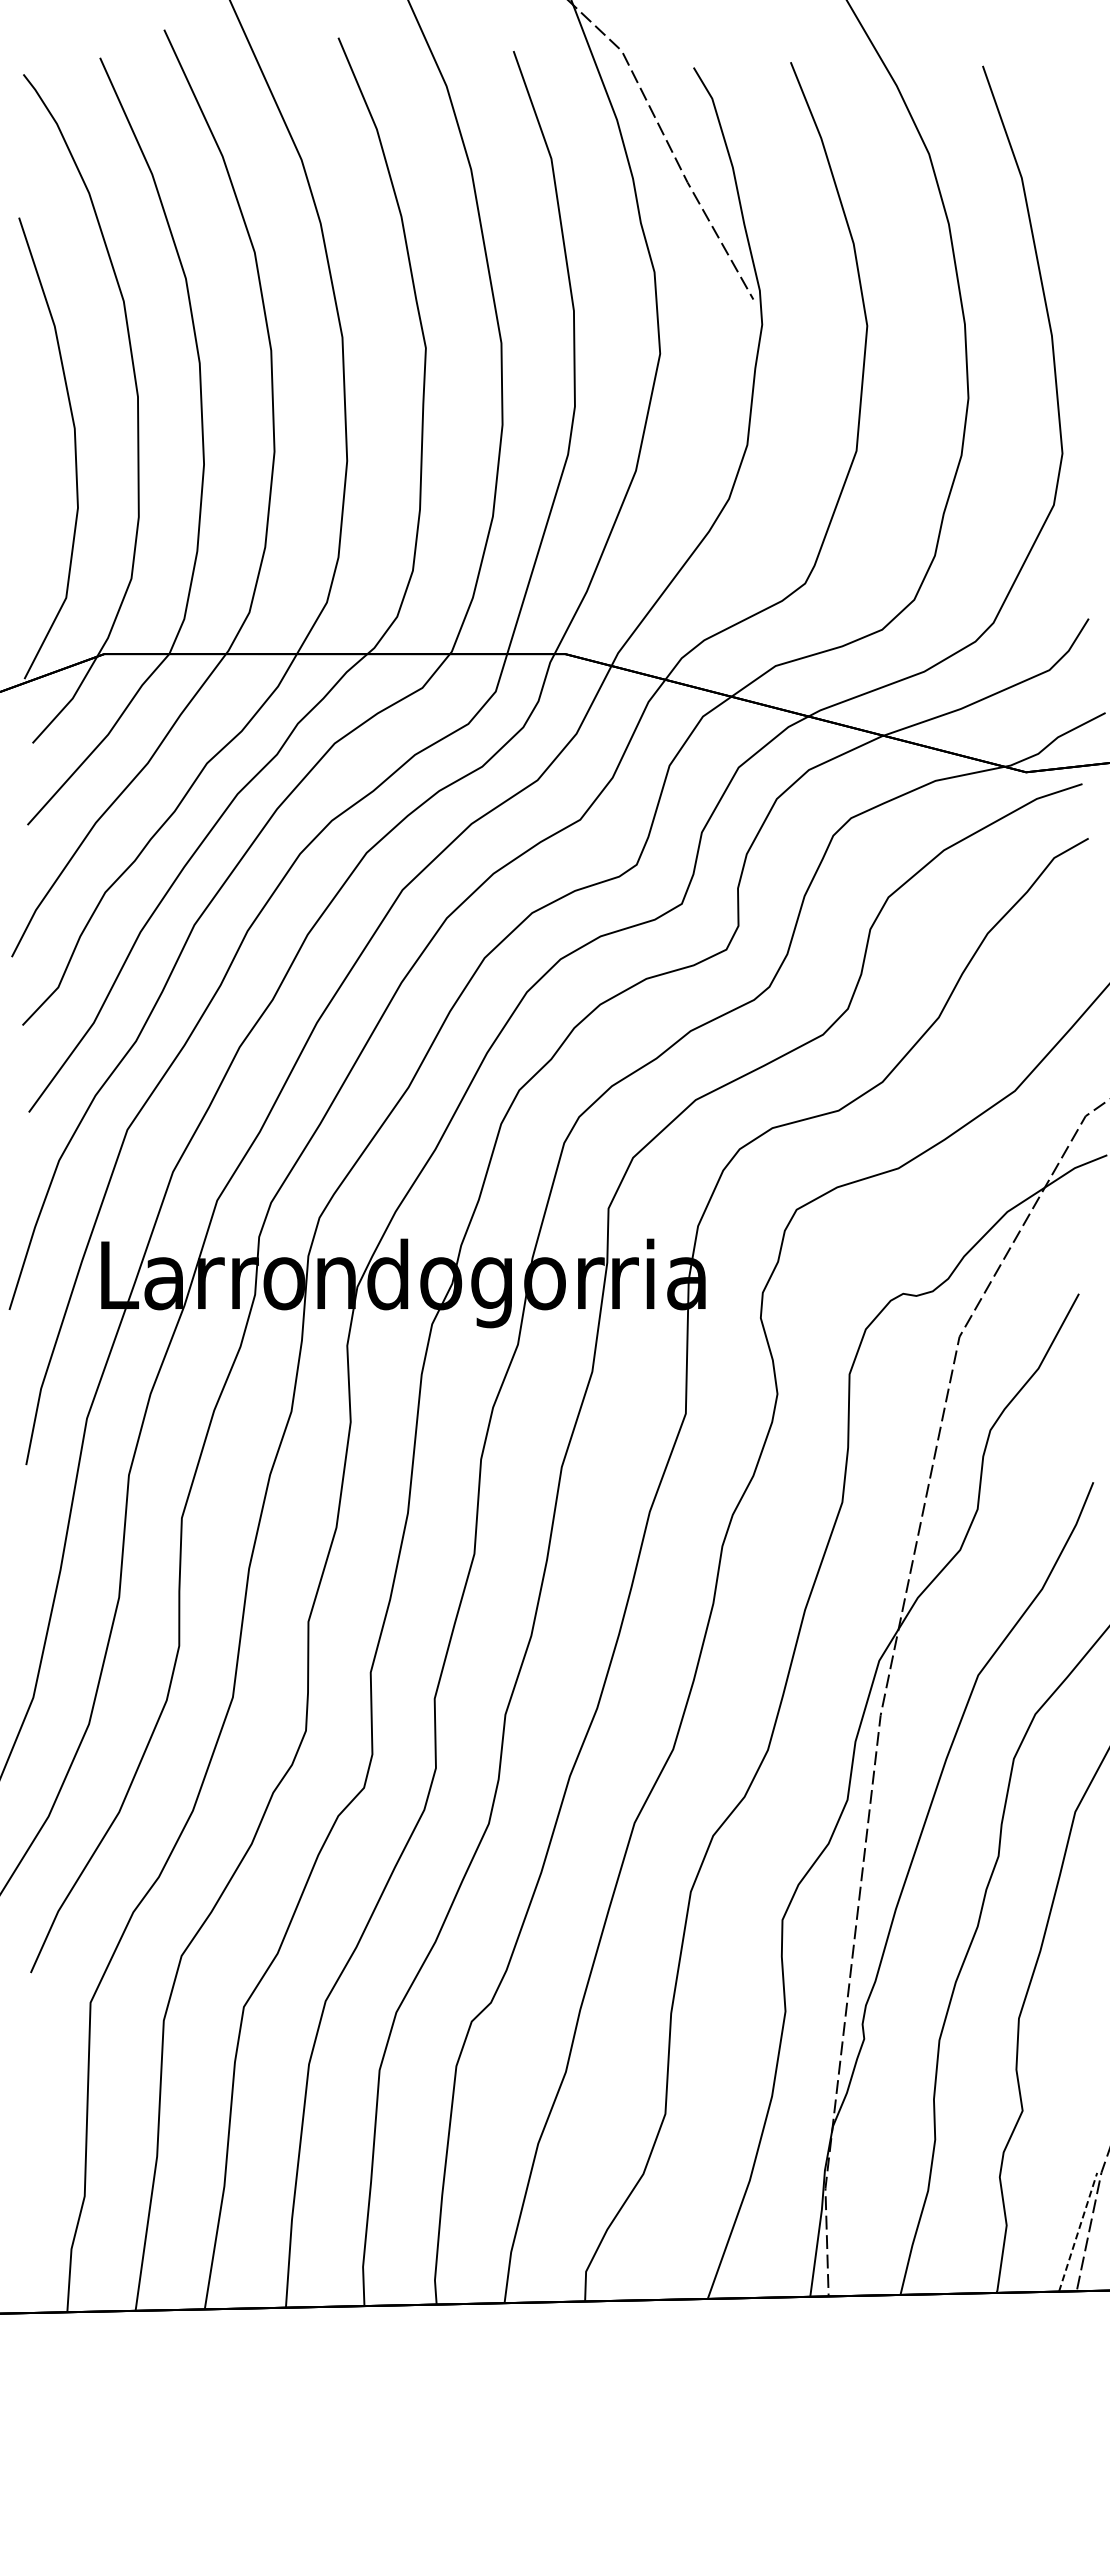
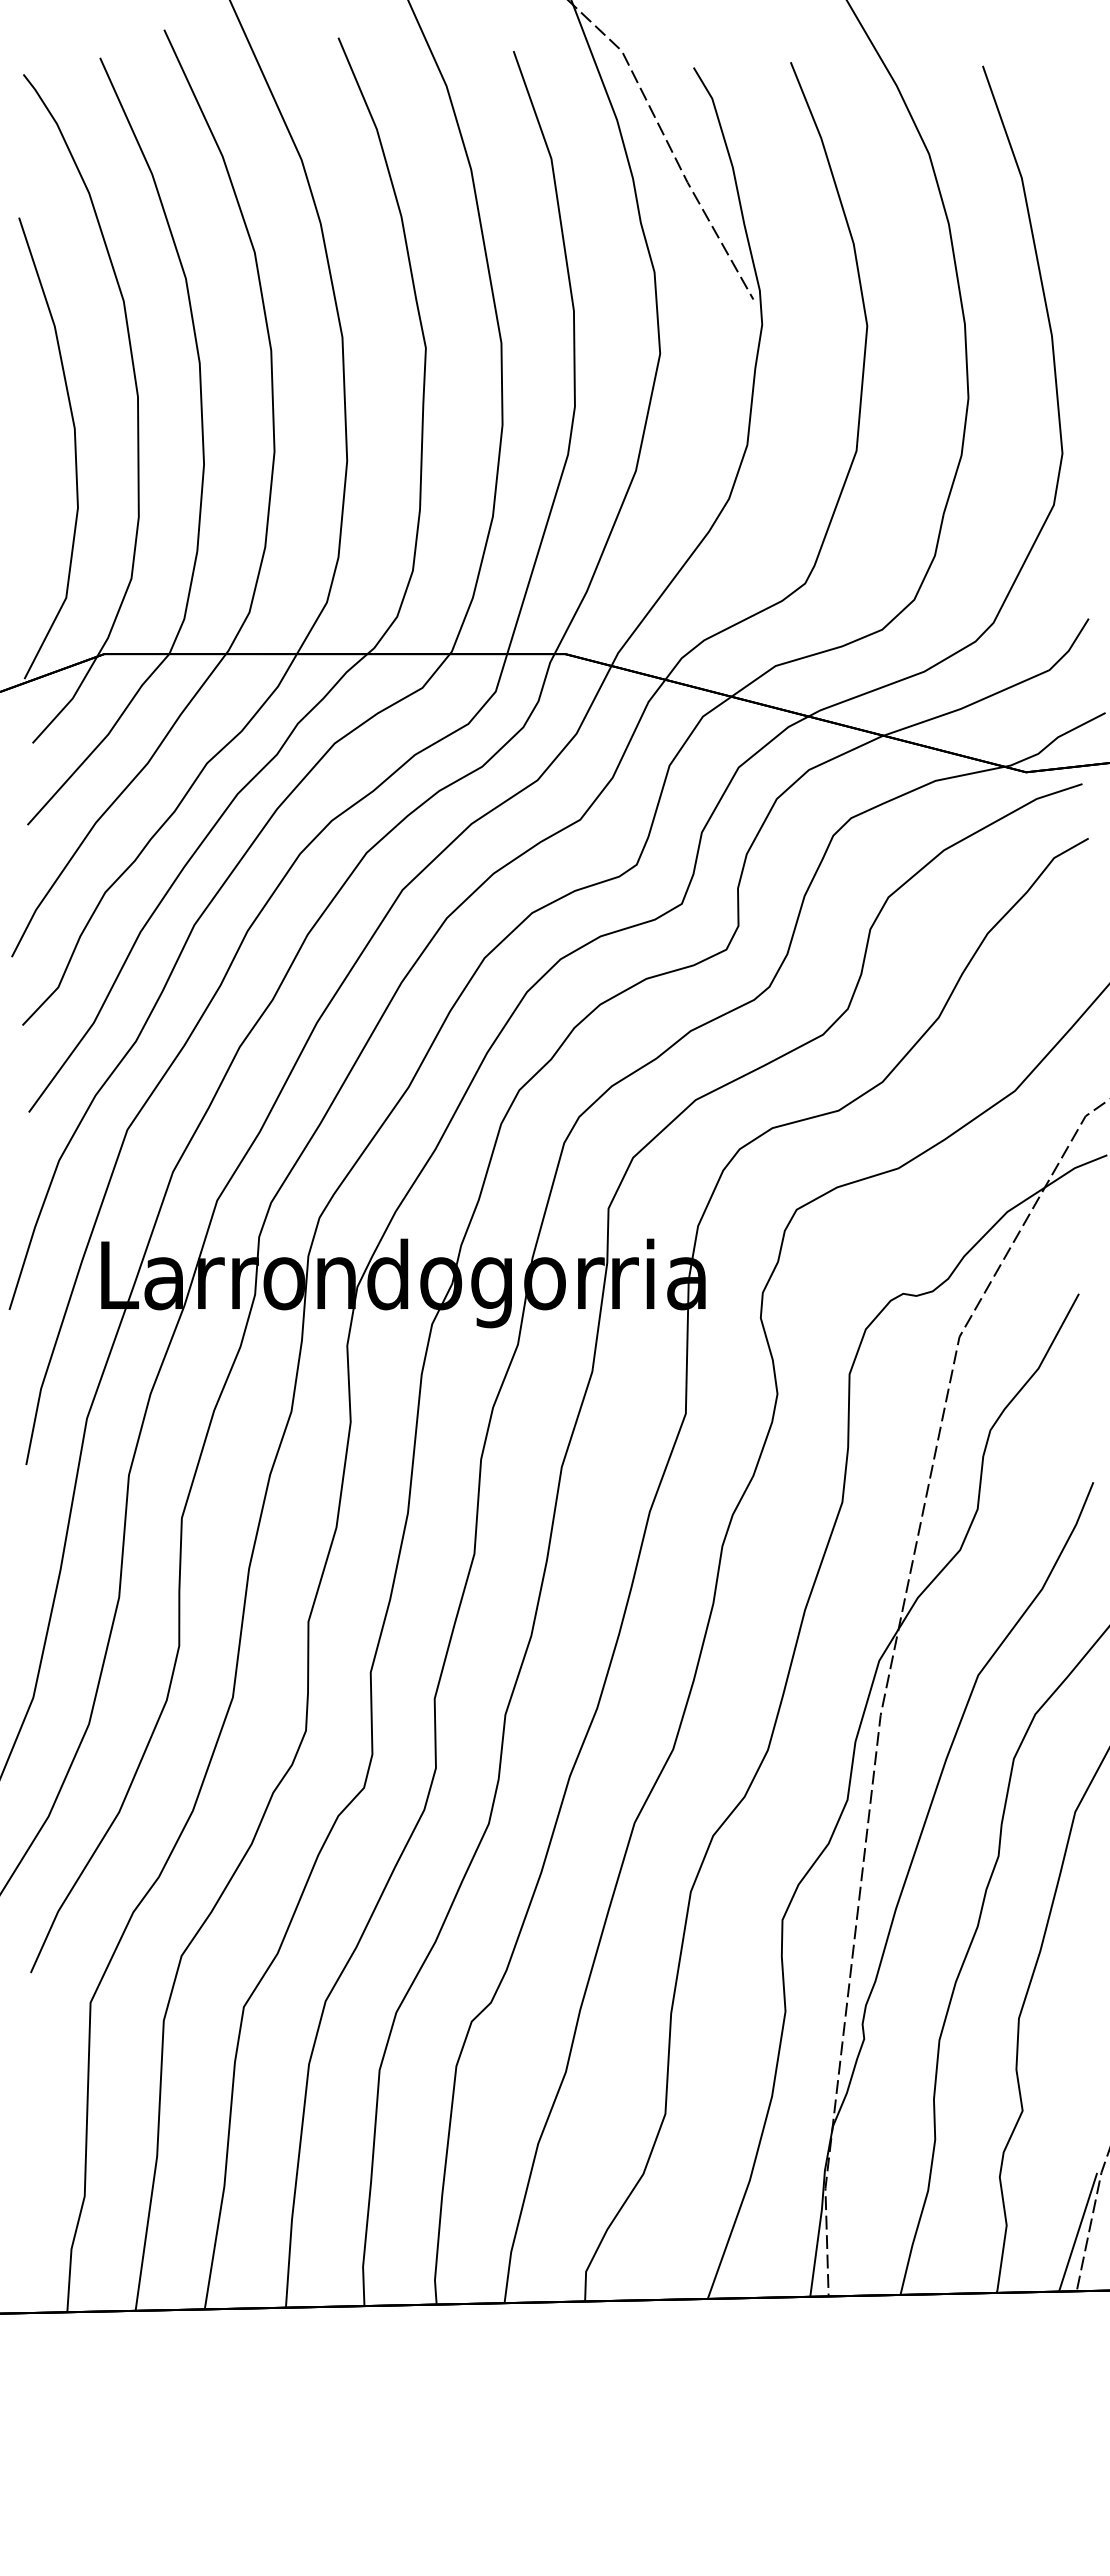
line at (1078, 2231): dashed -> solid
